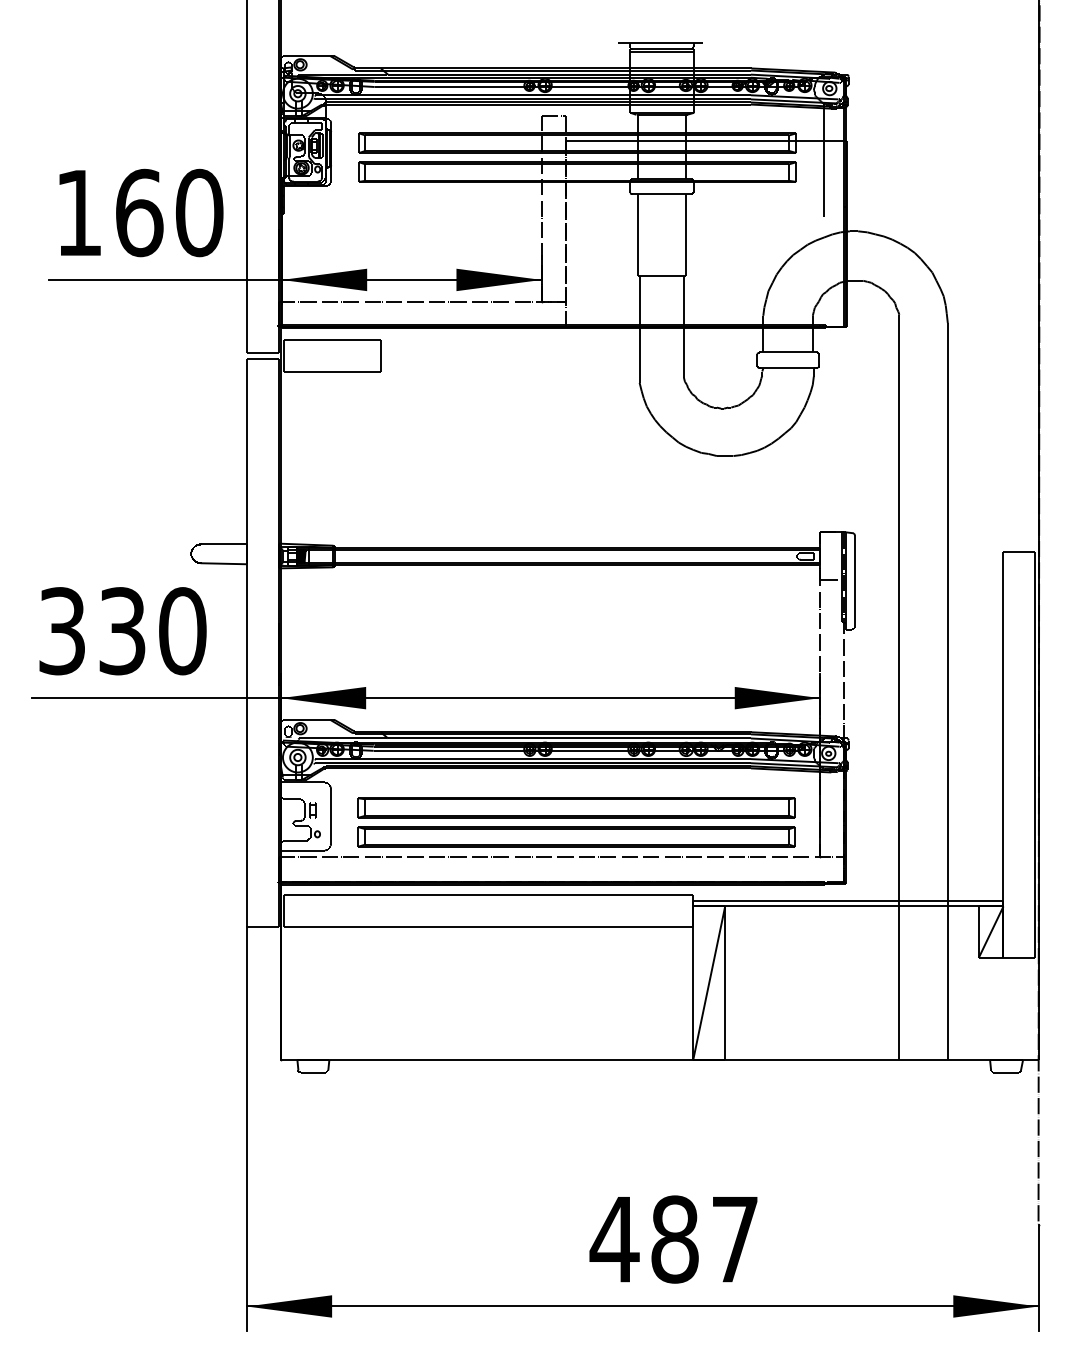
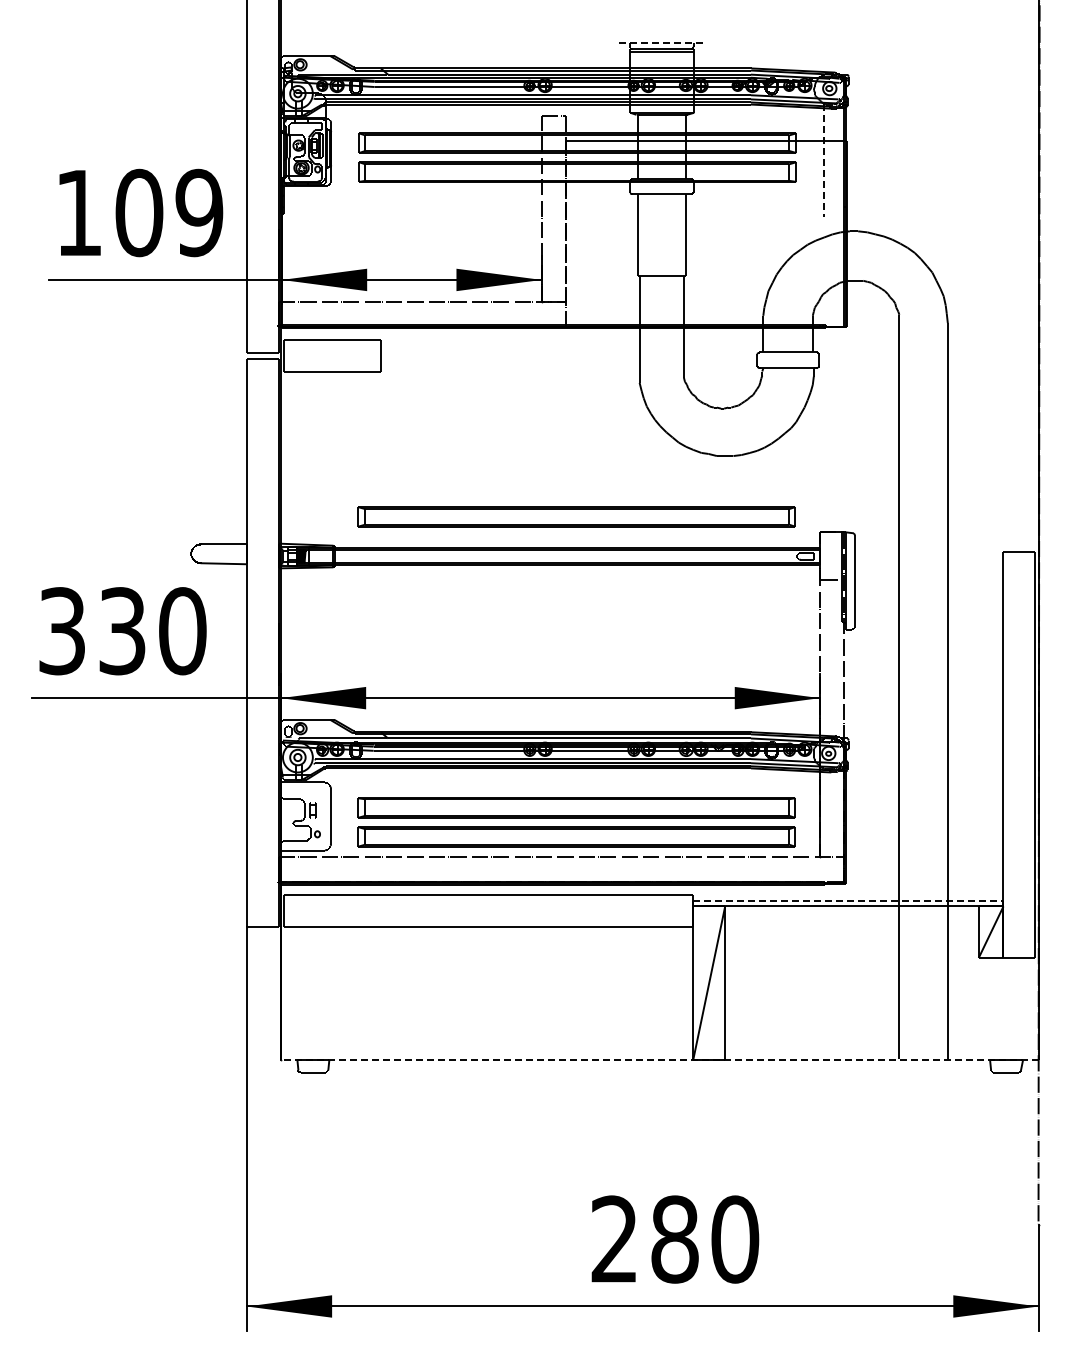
line at (659, 42): solid -> dashed
line at (824, 160): solid -> dashed
text at (169, 212): 160 -> 109
part at (576, 516): none -> present
line at (848, 901): solid -> dashed
line at (659, 1060): solid -> dashed
text at (674, 1239): 487 -> 280
